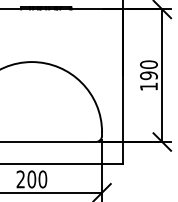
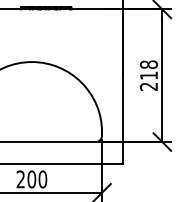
text at (148, 75): 190 -> 218
